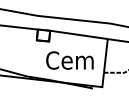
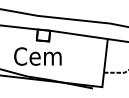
text at (69, 60) position: (69, 60) -> (37, 56)
